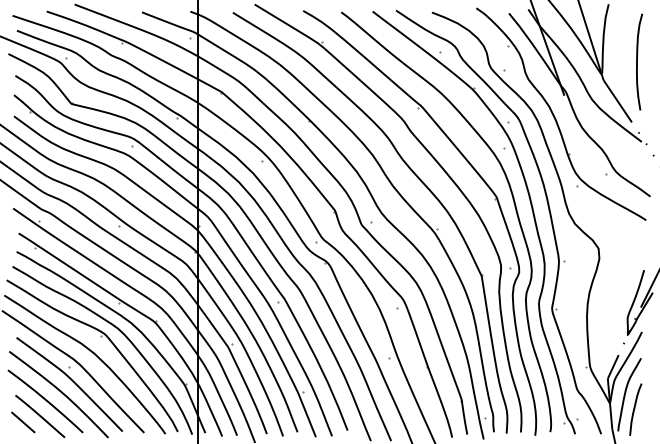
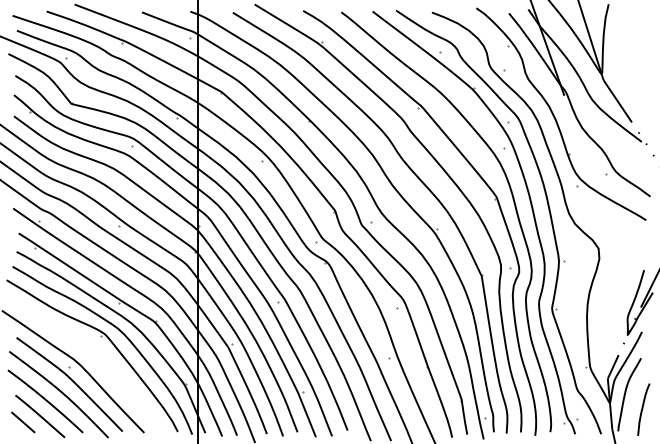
curve at (637, 61): present -> none
curve at (93, 354): present -> none
curve at (635, 408) position: (635, 408) -> (643, 408)
